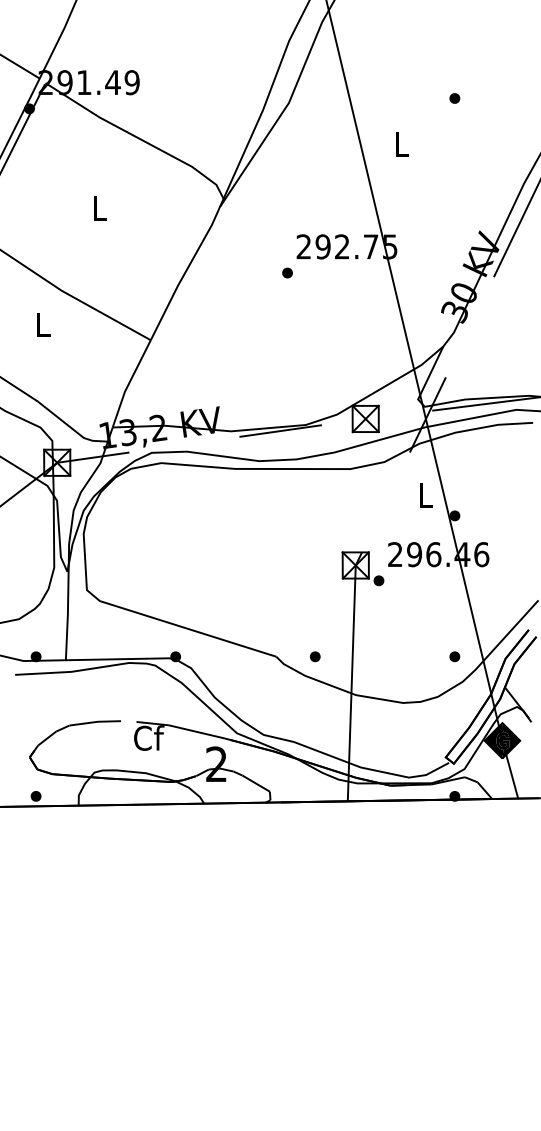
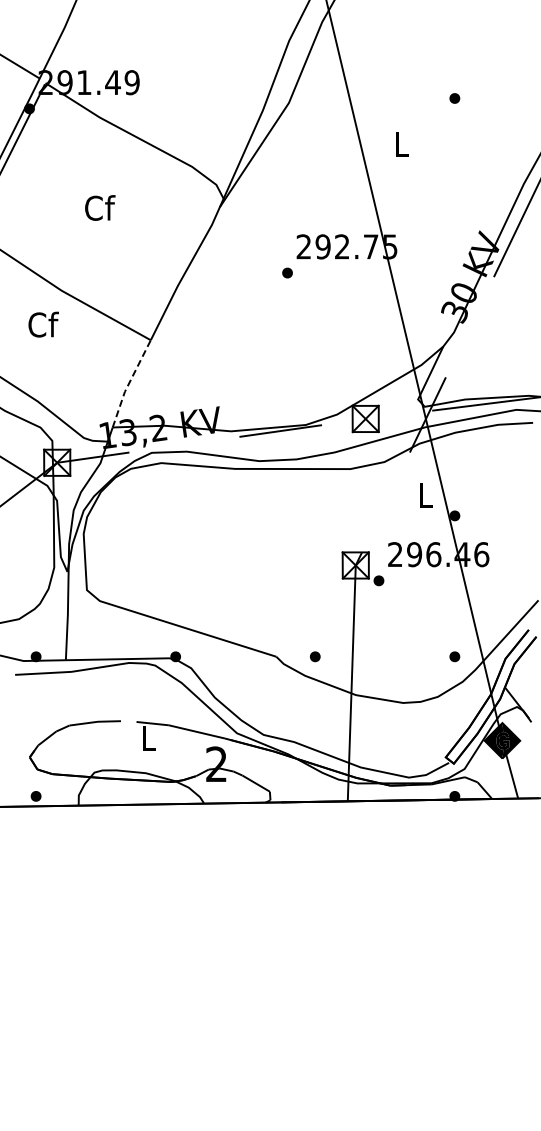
text at (100, 207): L -> Cf
text at (43, 324): L -> Cf
line at (129, 382): solid -> dashed
text at (149, 737): Cf -> L
